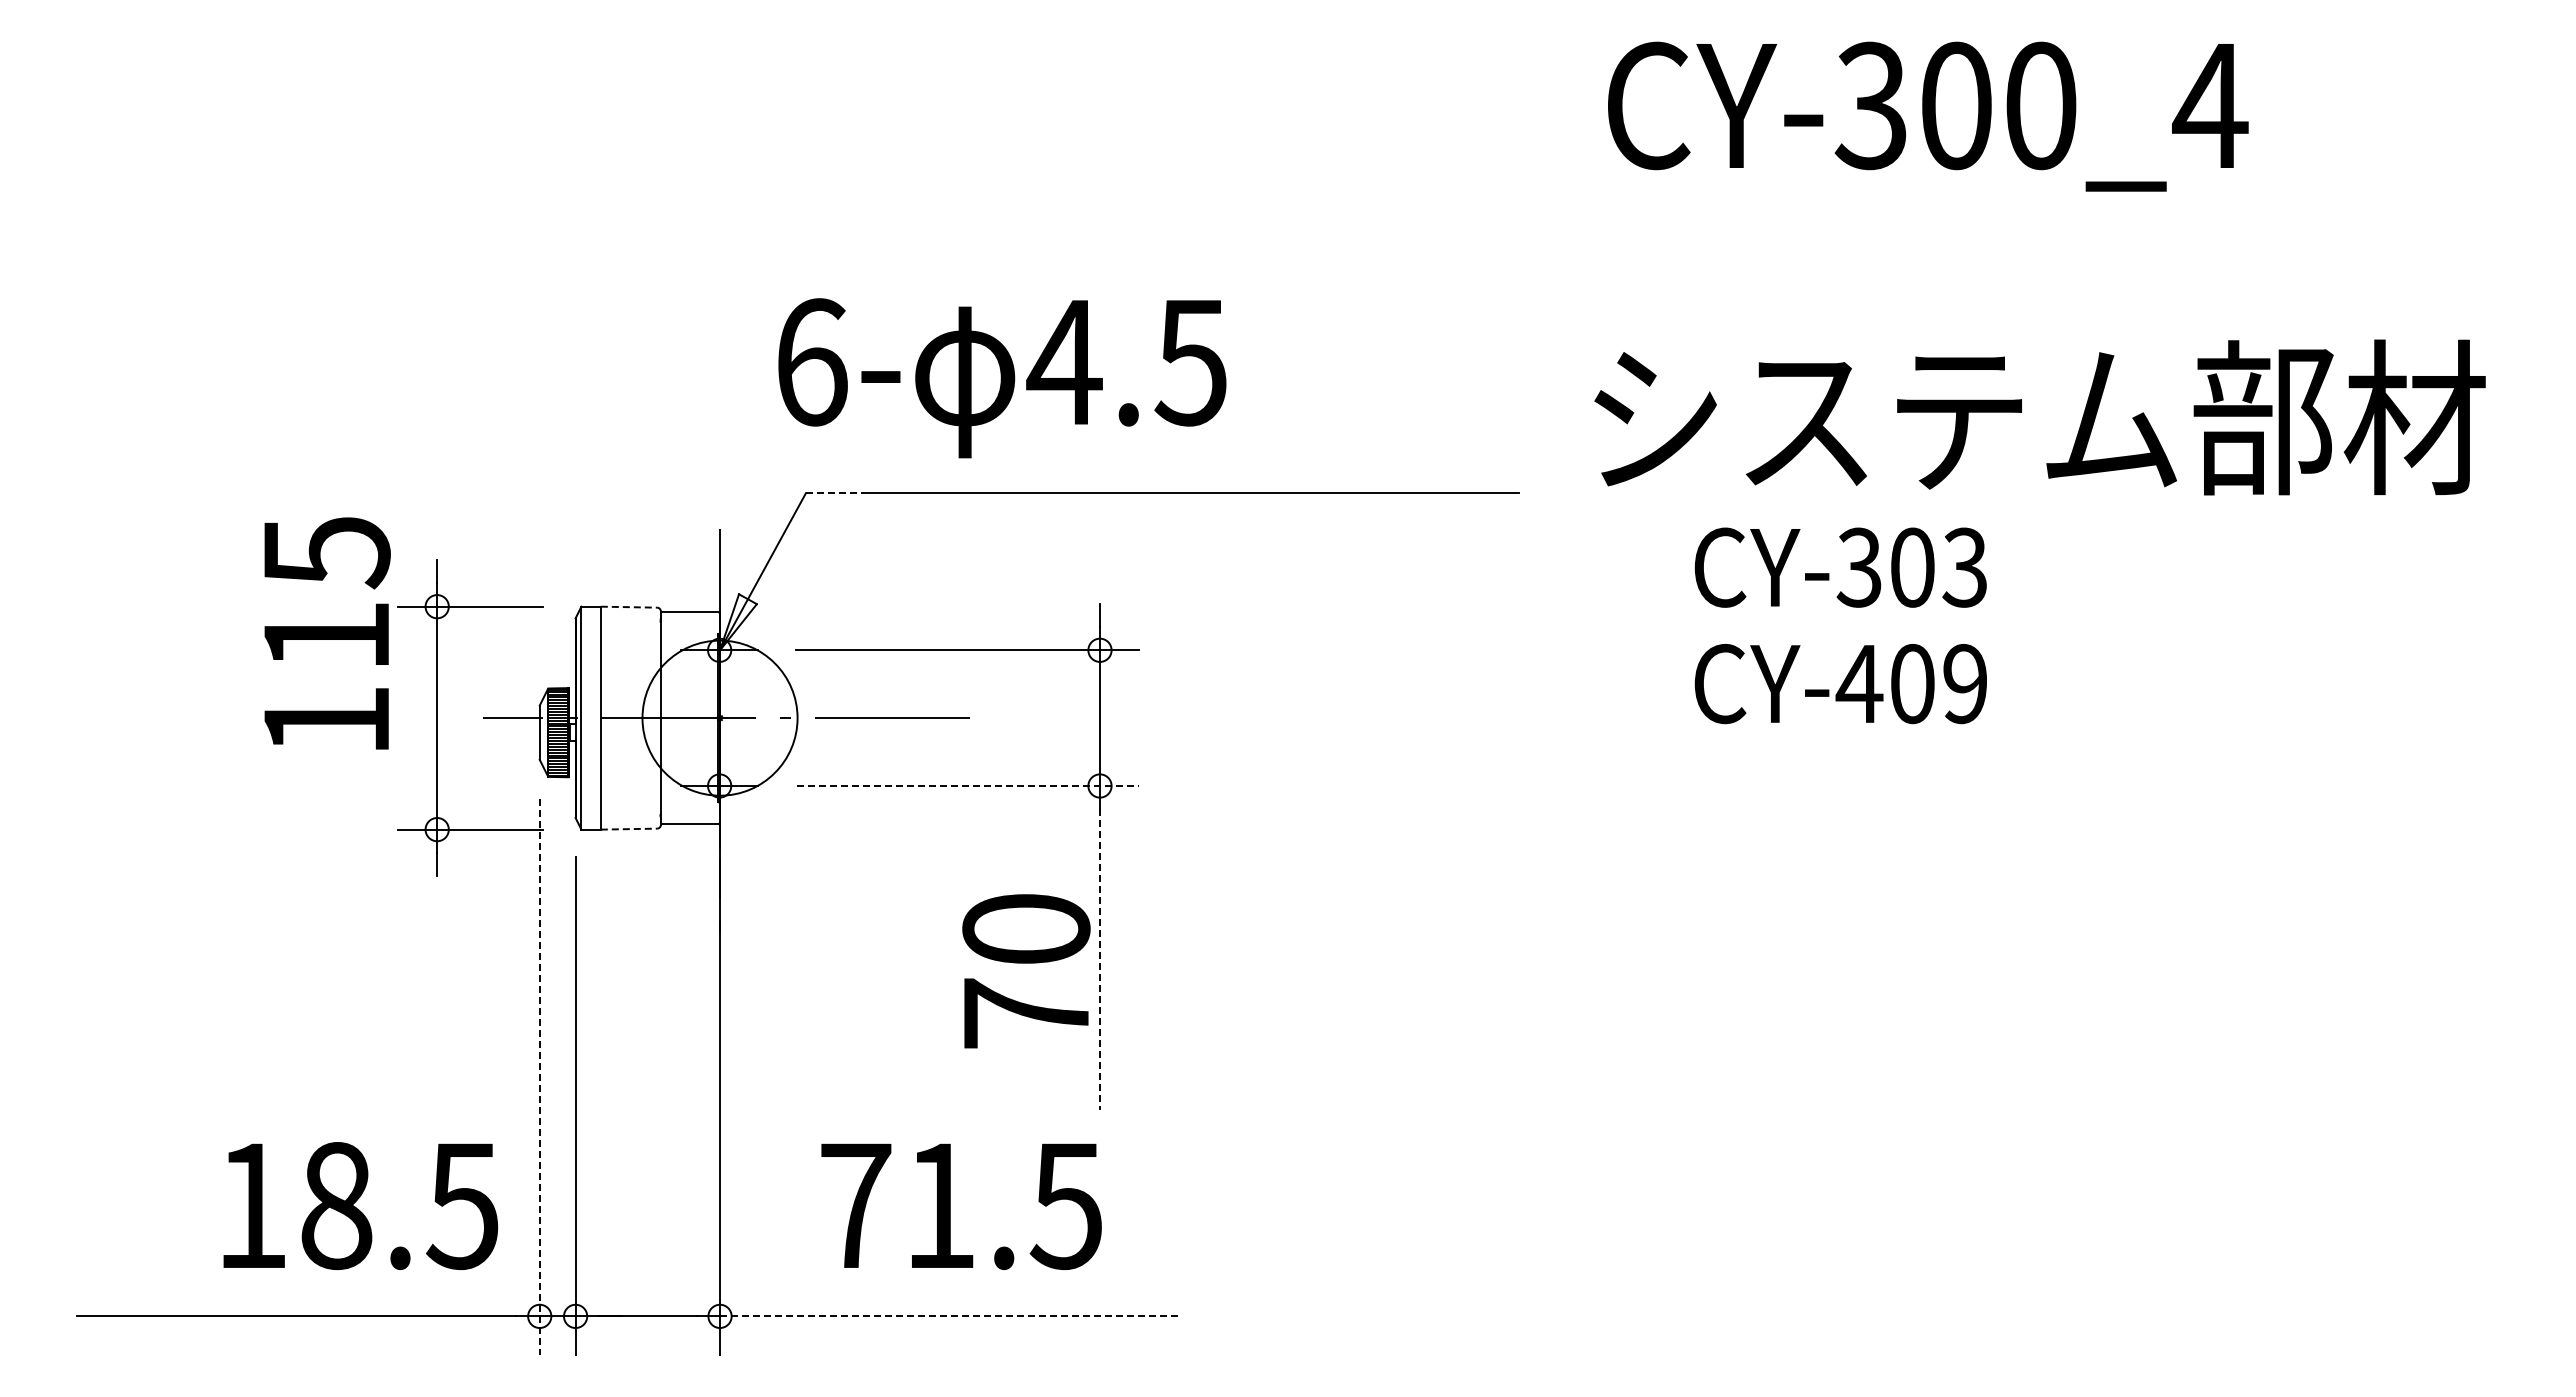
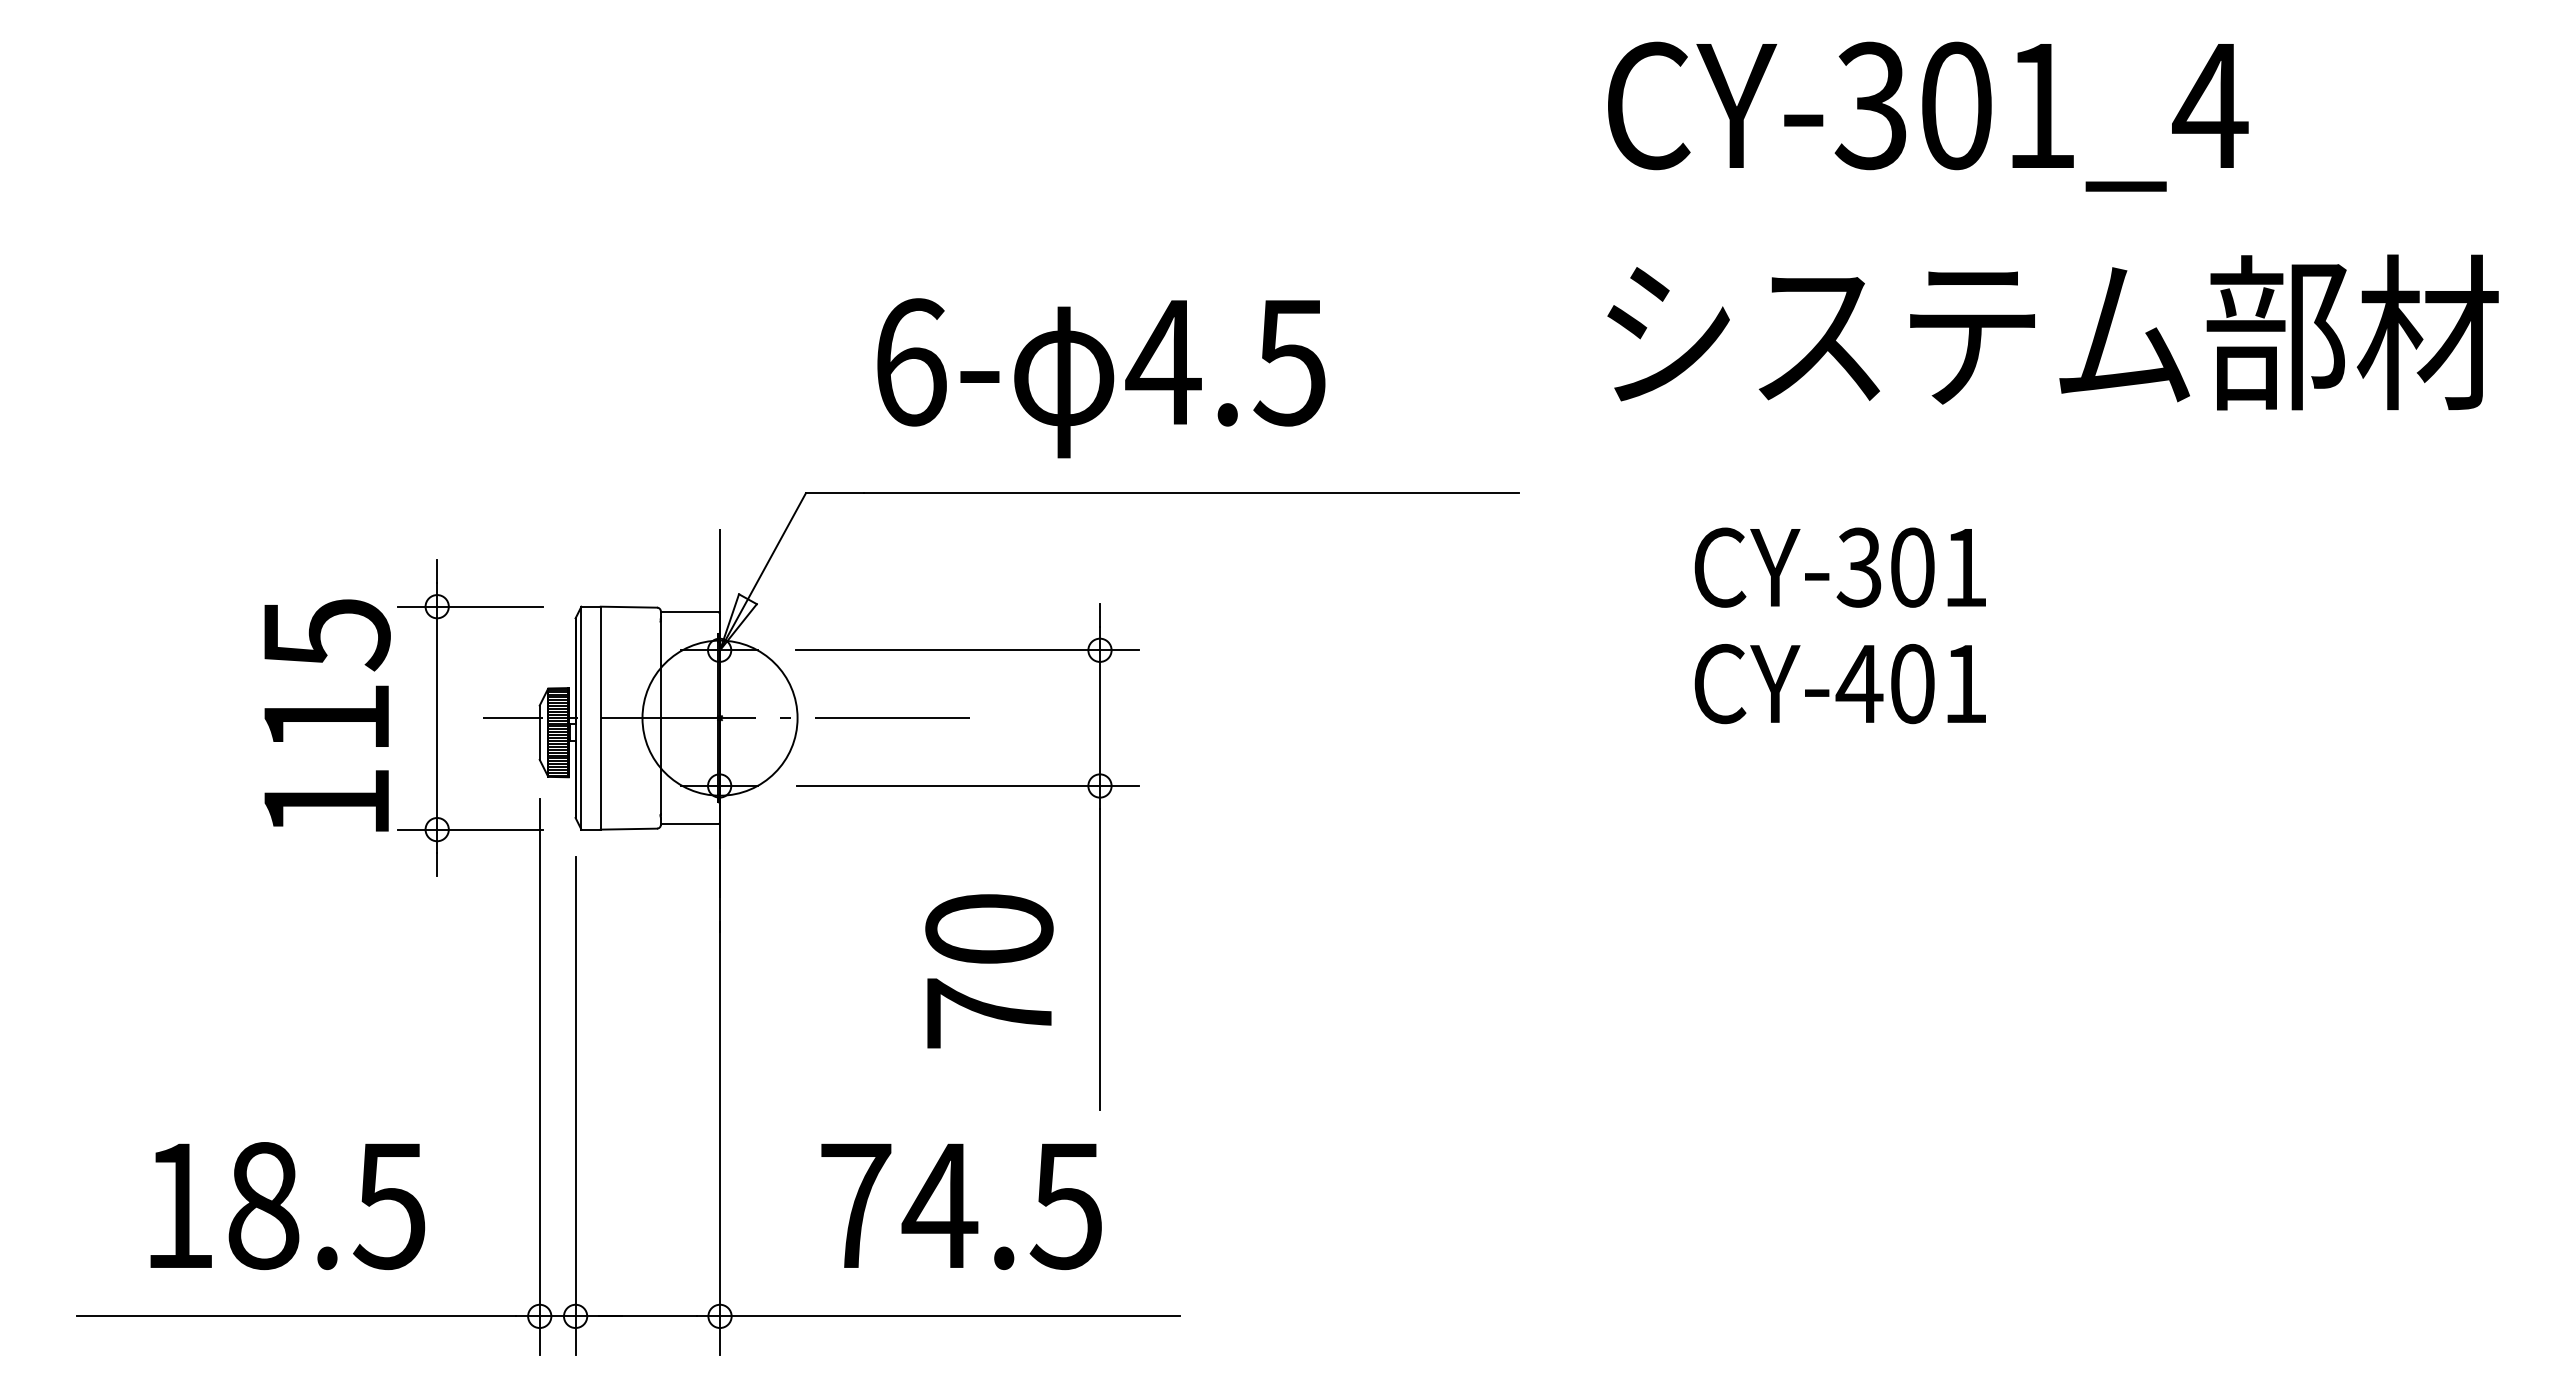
text at (2041, 105): CY-300_4 -> CY-301_4
text at (1002, 378) position: (1002, 378) -> (1101, 378)
text at (2039, 417) position: (2039, 417) -> (2052, 332)
line at (835, 493): dashed -> solid
text at (1964, 567): CY-303 -> CY-301
line at (629, 607): dashed -> solid
text at (327, 633) position: (327, 633) -> (327, 715)
text at (1964, 684): CY-409 -> CY-401
line at (967, 786): dashed -> solid
line at (629, 829): dashed -> solid
line at (1099, 959): dashed -> solid
text at (1026, 971) position: (1026, 971) -> (989, 971)
line at (539, 1077): dashed -> solid
text at (939, 1205): 71.5 -> 74.5
text at (360, 1206) position: (360, 1206) -> (287, 1206)
line at (950, 1316): dashed -> solid
